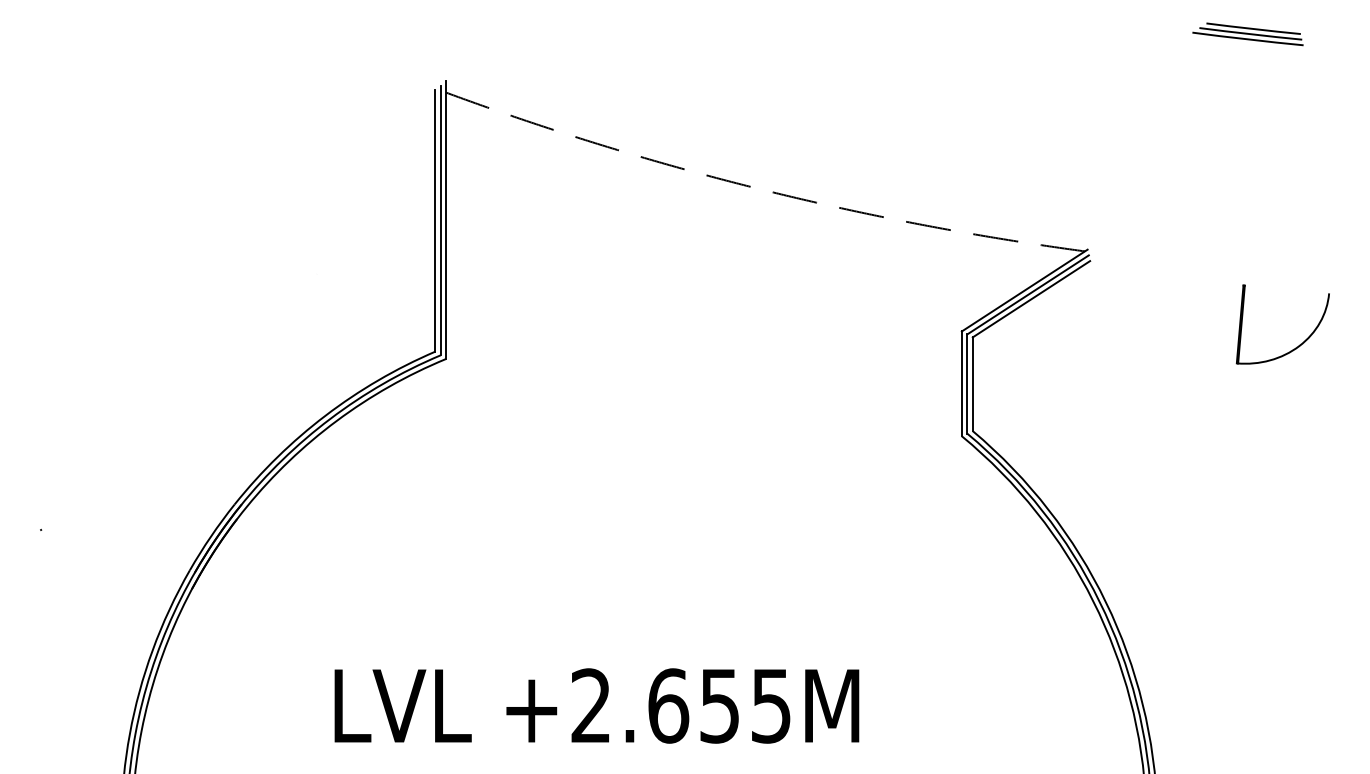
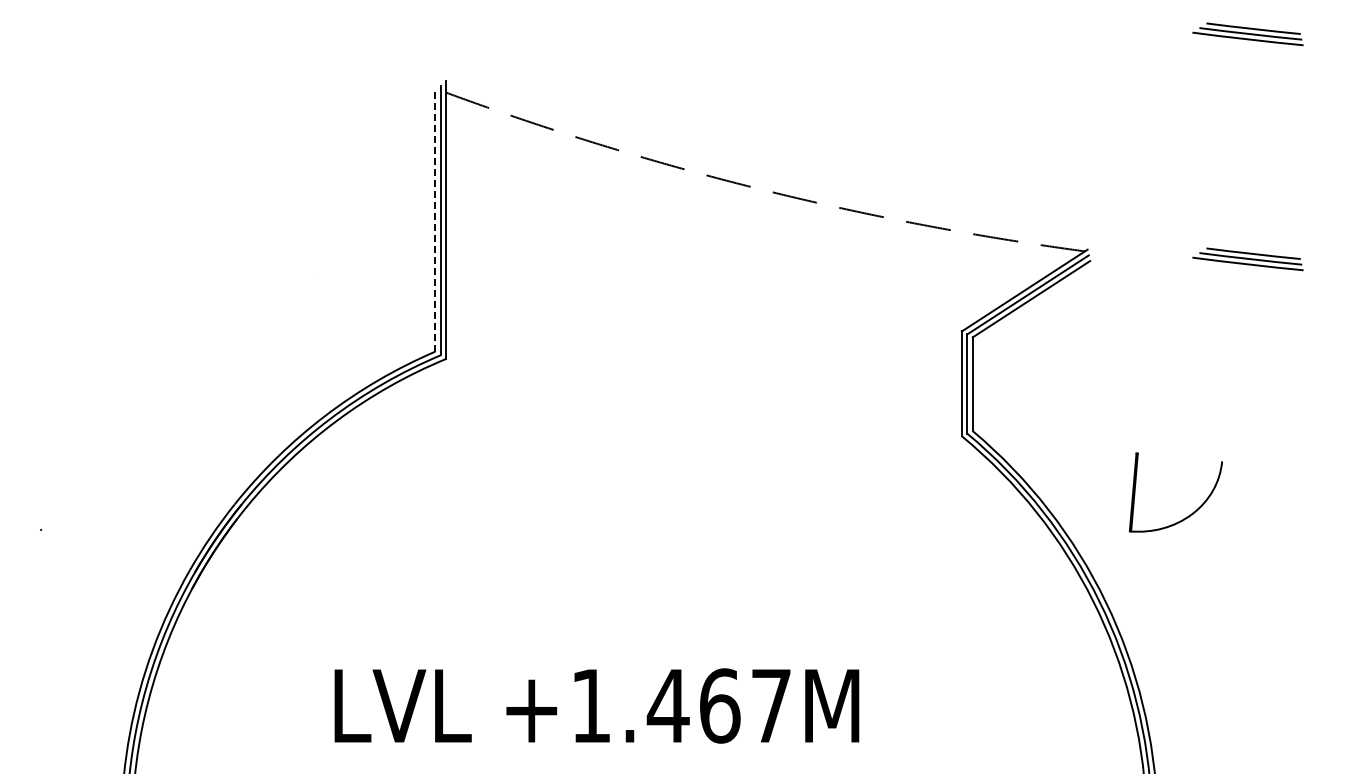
line at (435, 221): solid -> dashed
part at (1247, 259): none -> present
part at (1299, 344) position: (1299, 344) -> (1192, 512)
text at (680, 705): +2.655M -> +1.467M
